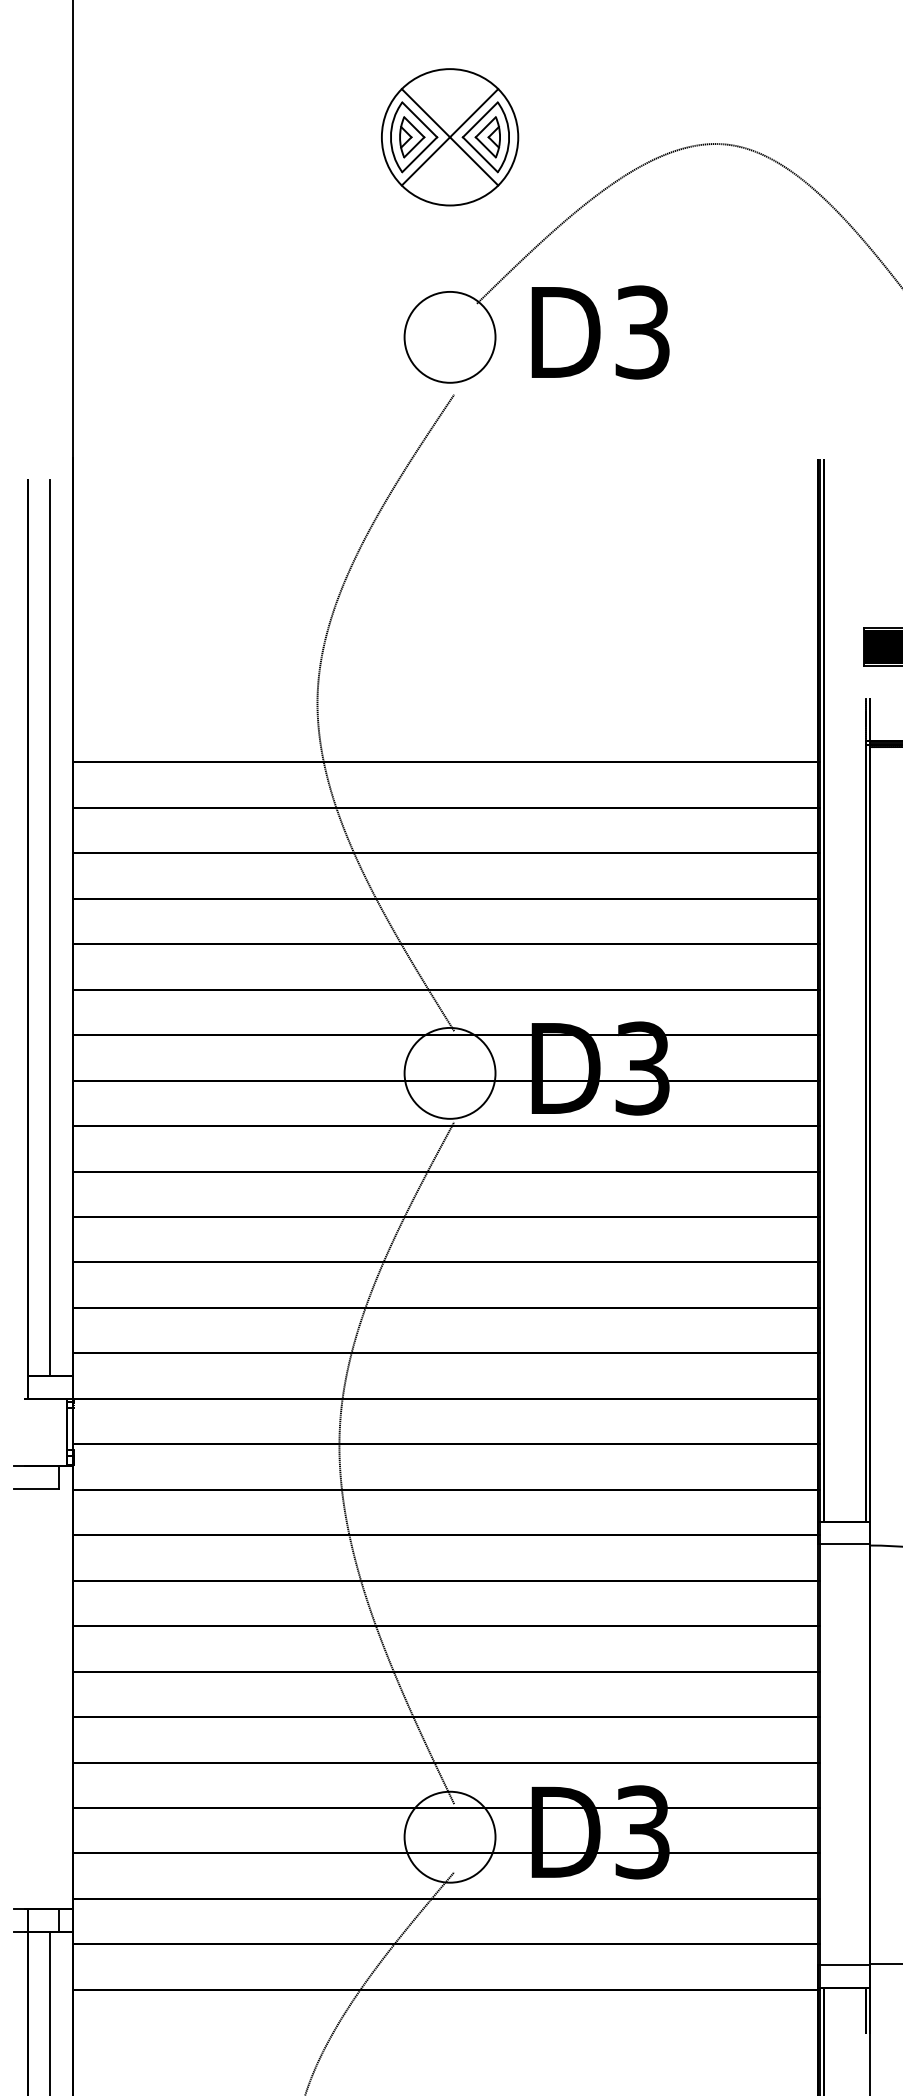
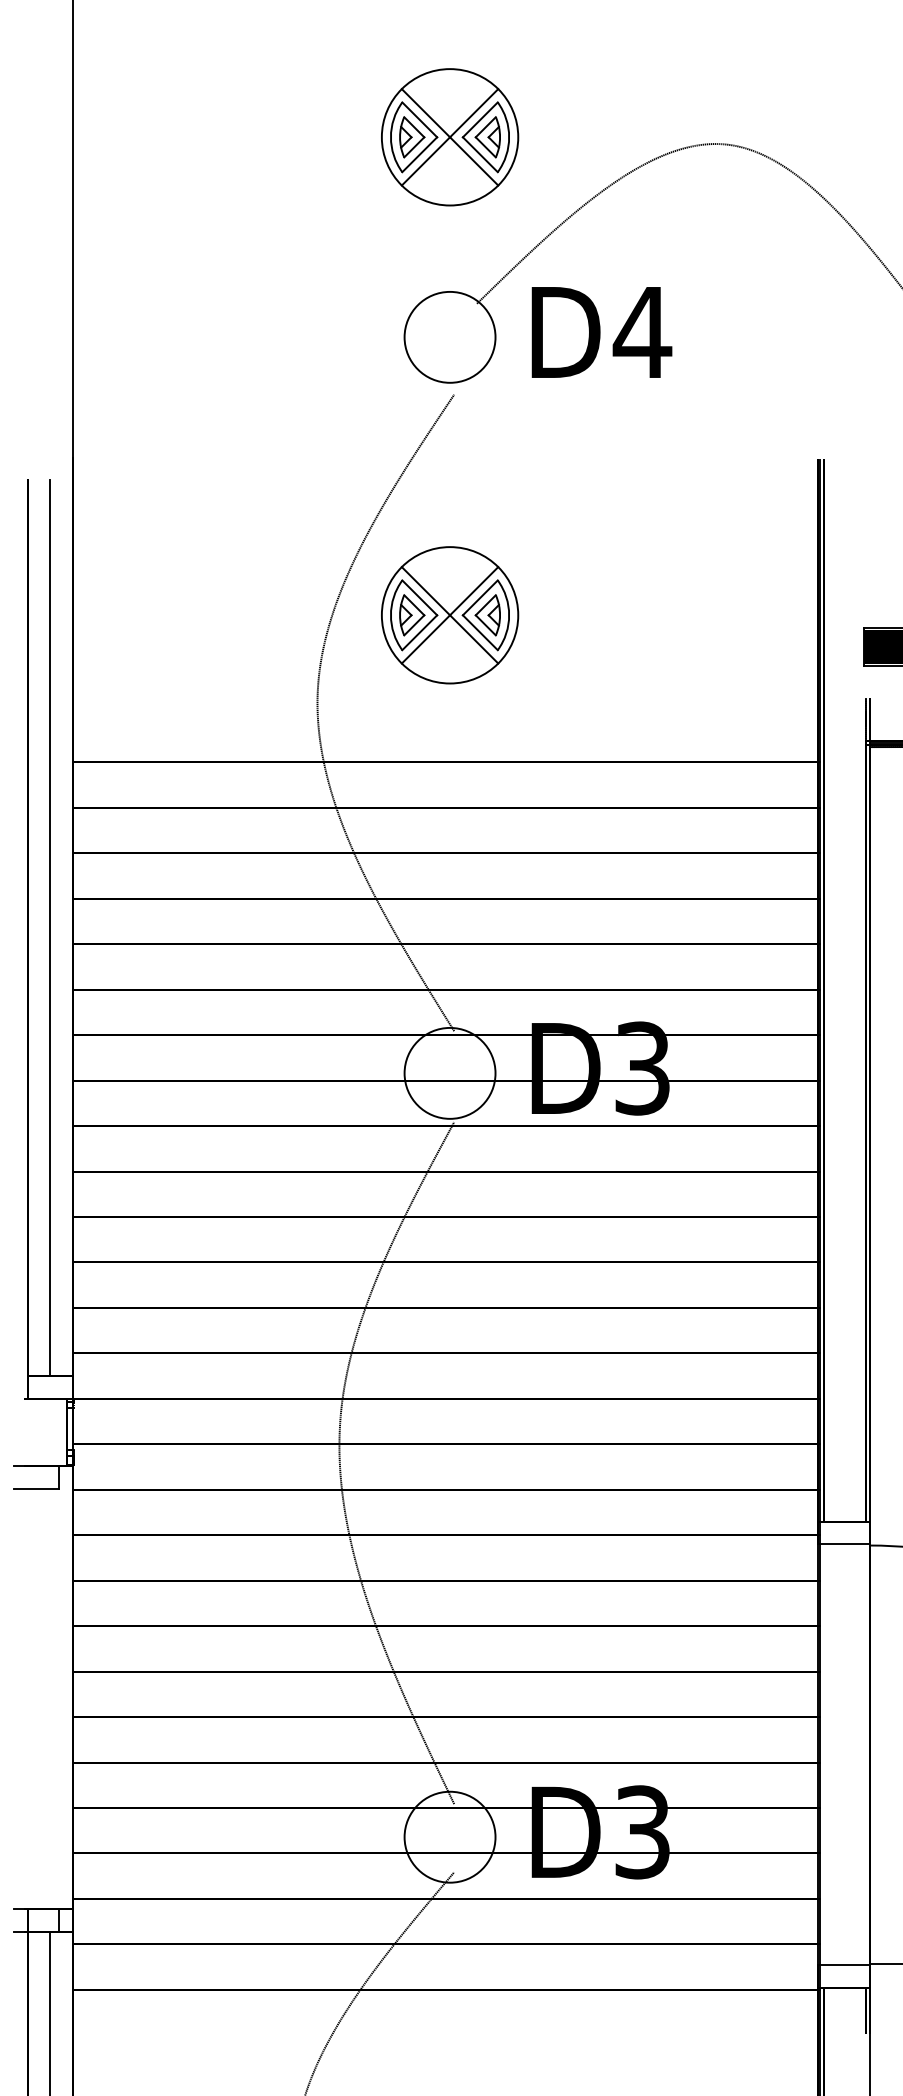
text at (642, 332): D3 -> D4
part at (450, 615): none -> present
